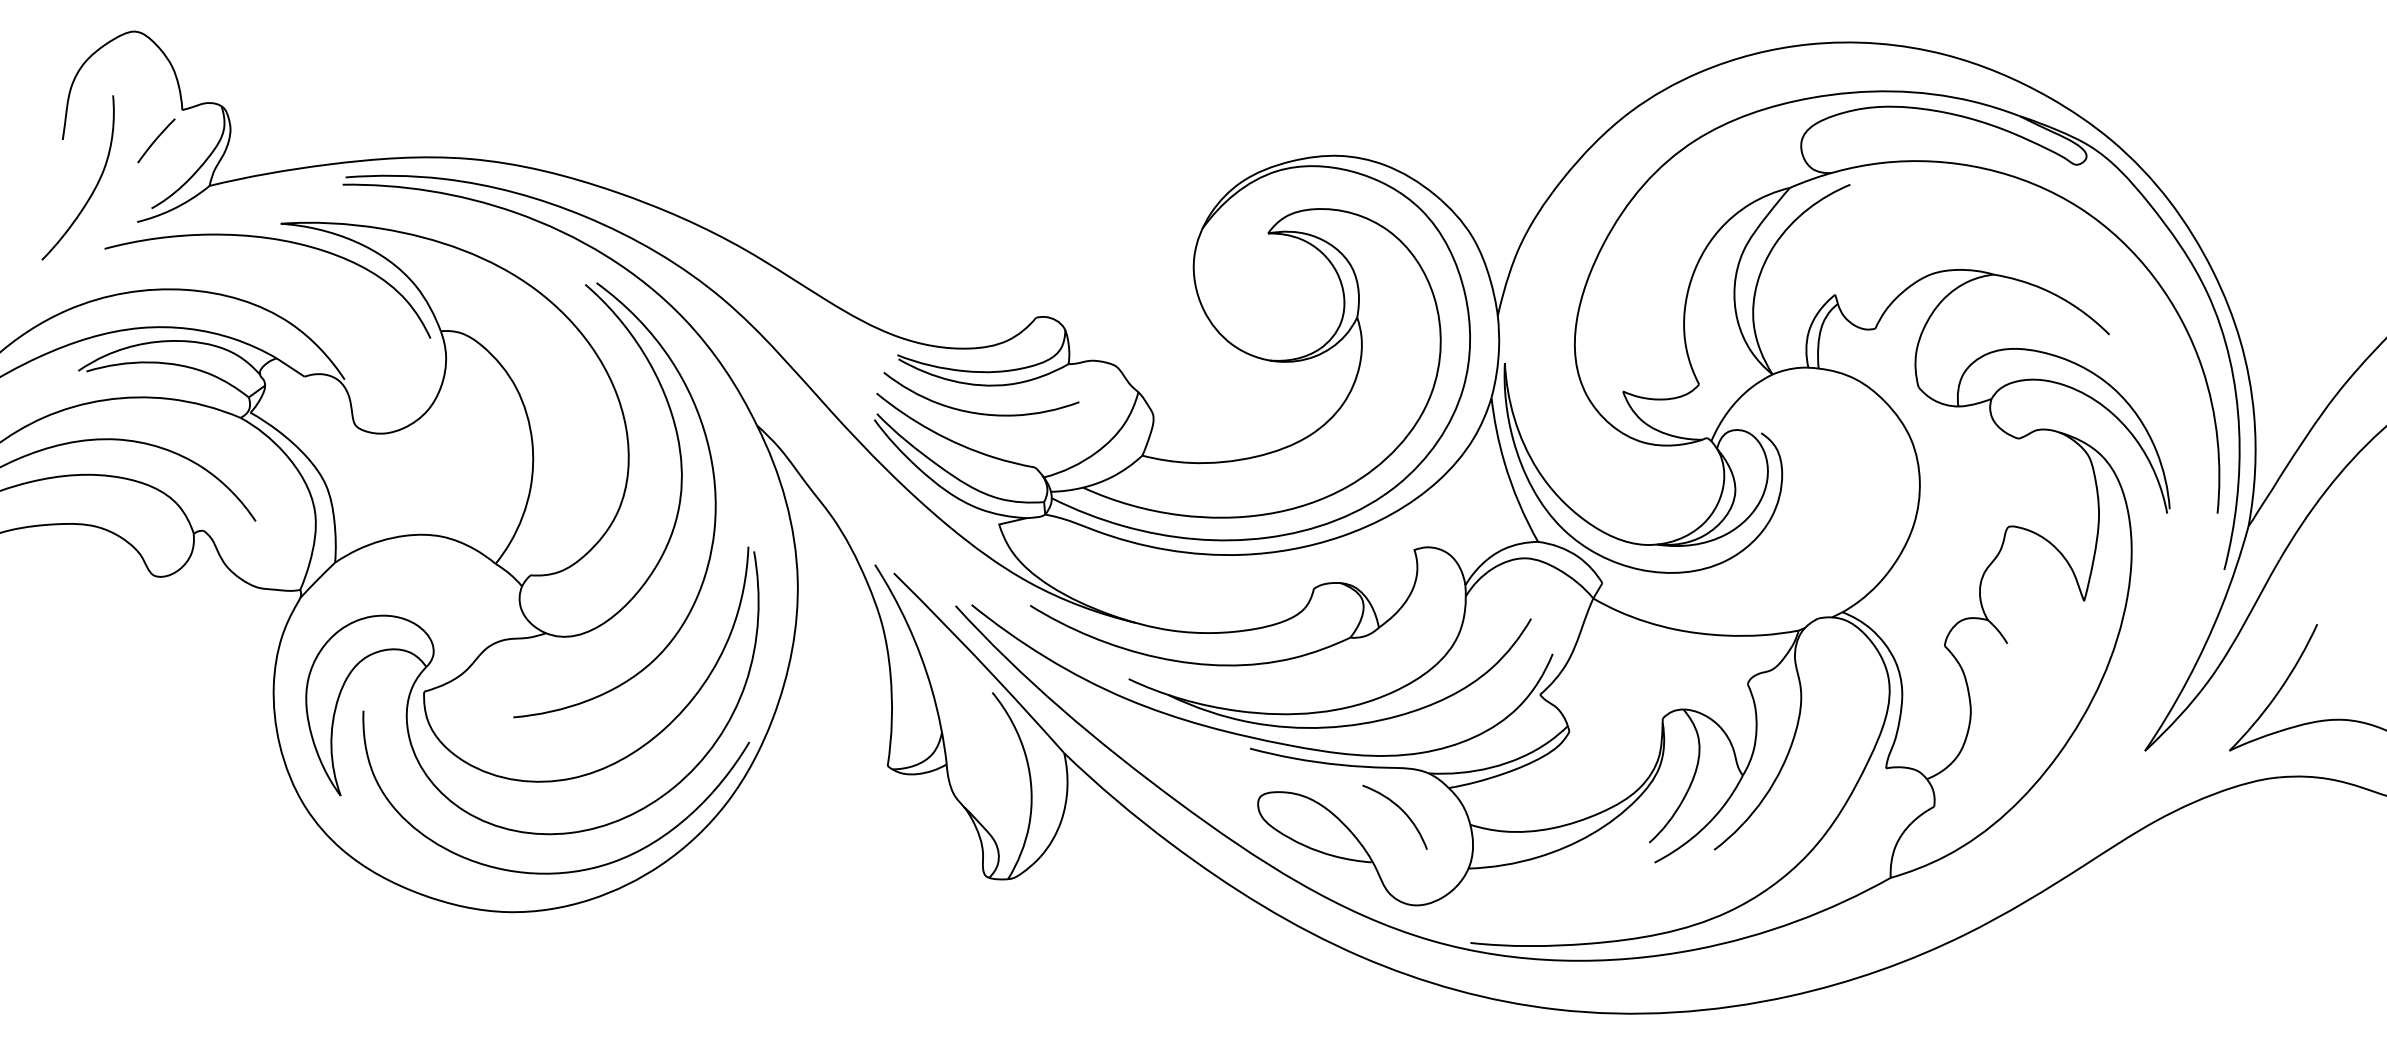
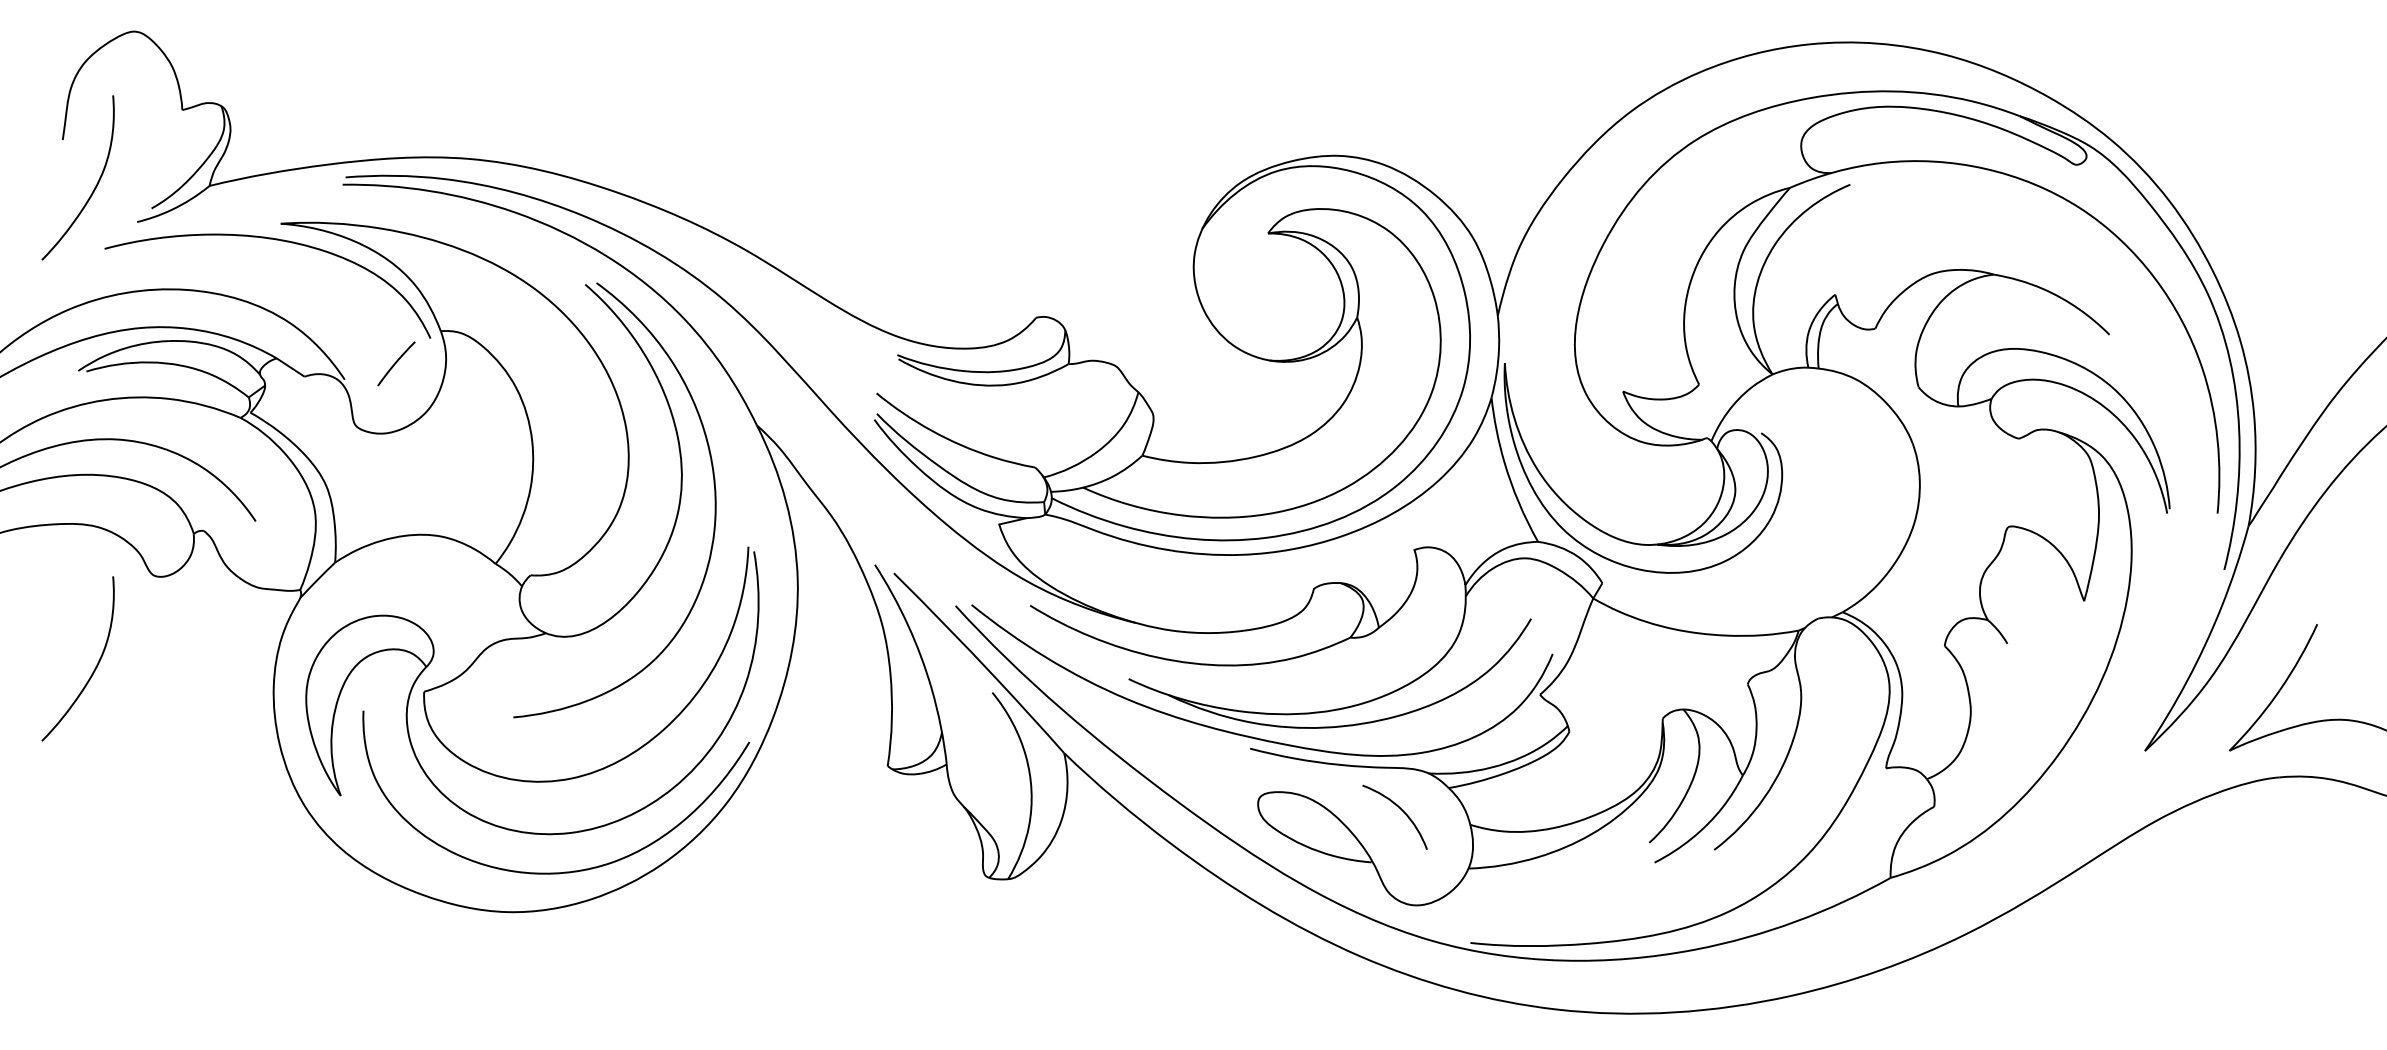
curve at (156, 140) position: (156, 140) -> (396, 363)
curve at (979, 412): present -> none
curve at (95, 666): none -> present
